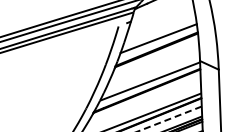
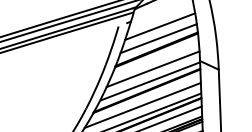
line at (160, 26): none -> present
line at (152, 69): none -> present
line at (142, 104): none -> present
line at (169, 119): dashed -> solid
